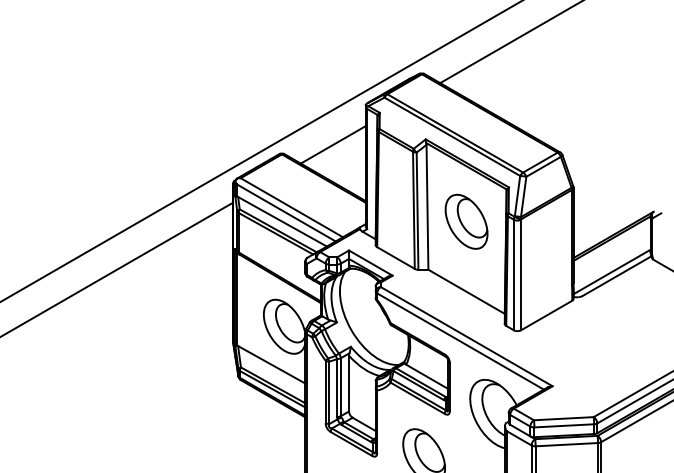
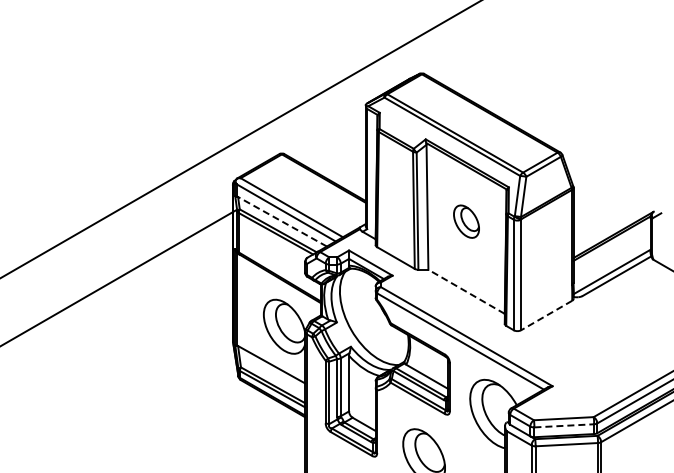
line at (510, 42): present -> none
line at (332, 144): present -> none
line at (260, 151) position: (260, 151) -> (240, 139)
line at (282, 221): solid -> dashed
part at (466, 221) size: 45x57 px -> 27x35 px
line at (117, 268) position: (117, 268) -> (119, 276)
line at (466, 291): solid -> dashed
line at (546, 315): solid -> dashed
line at (564, 425): solid -> dashed
